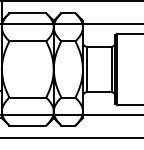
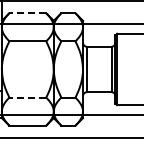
line at (27, 13): solid -> dashed
line at (27, 97): solid -> dashed
